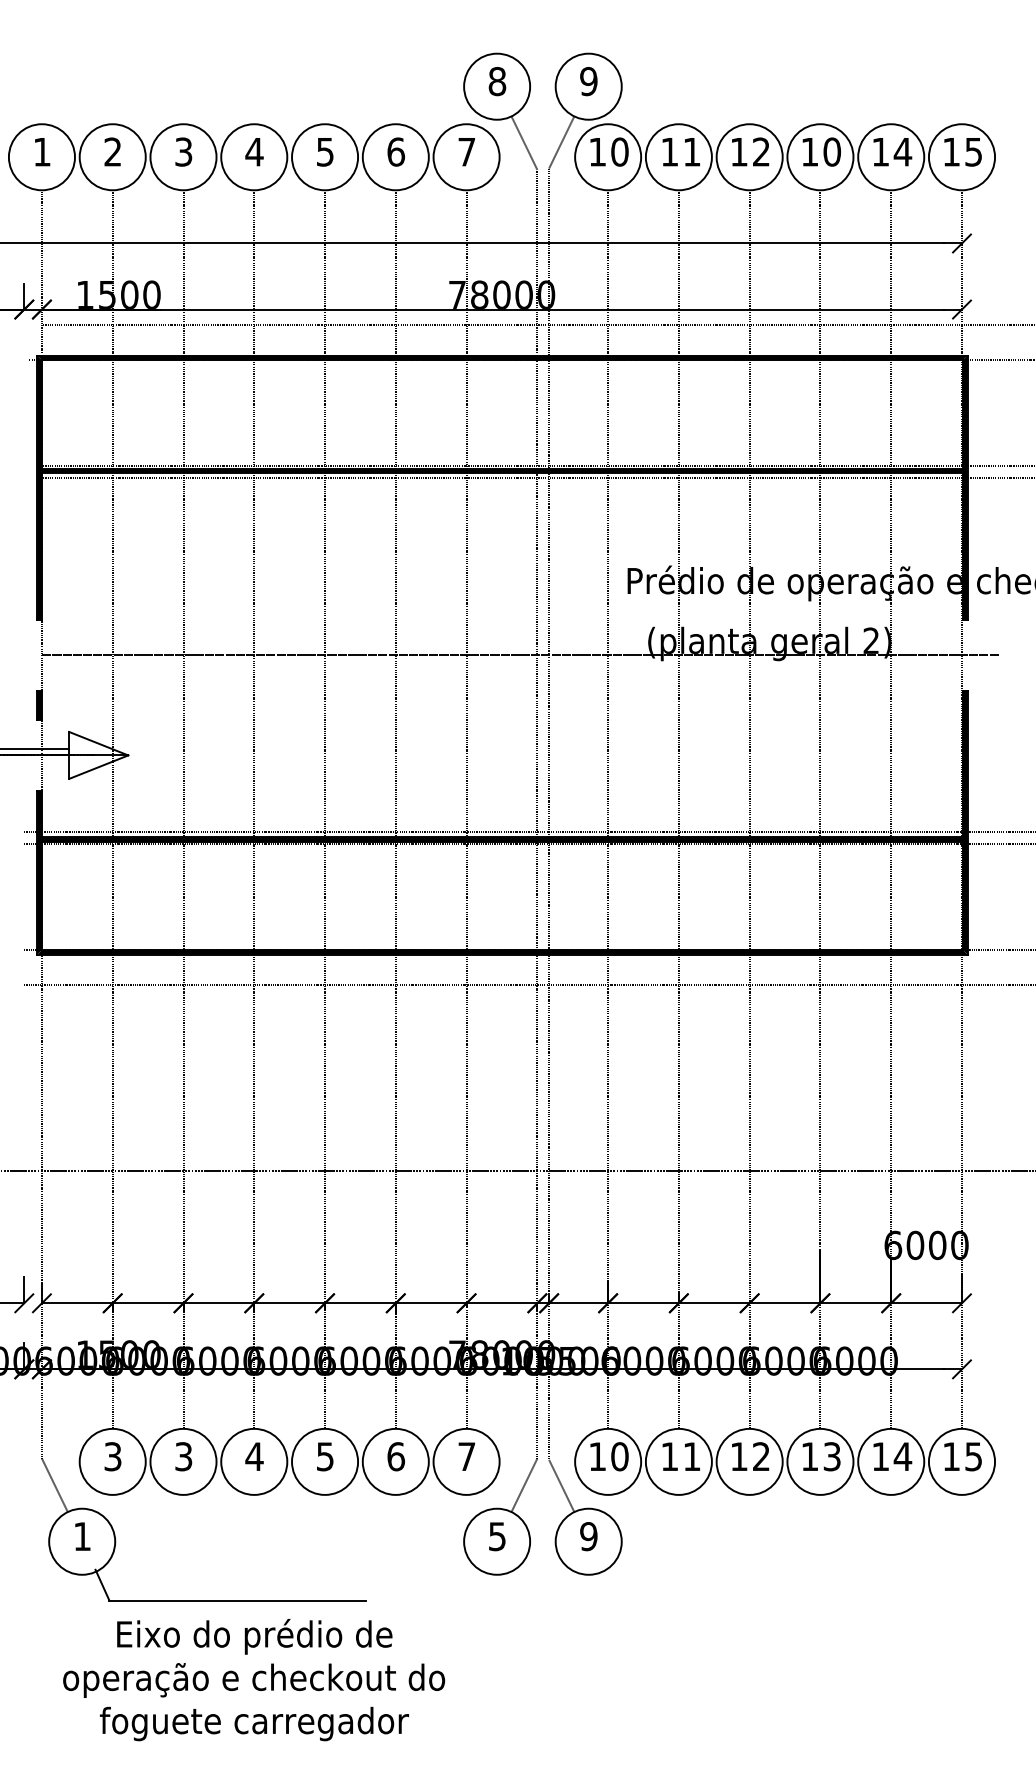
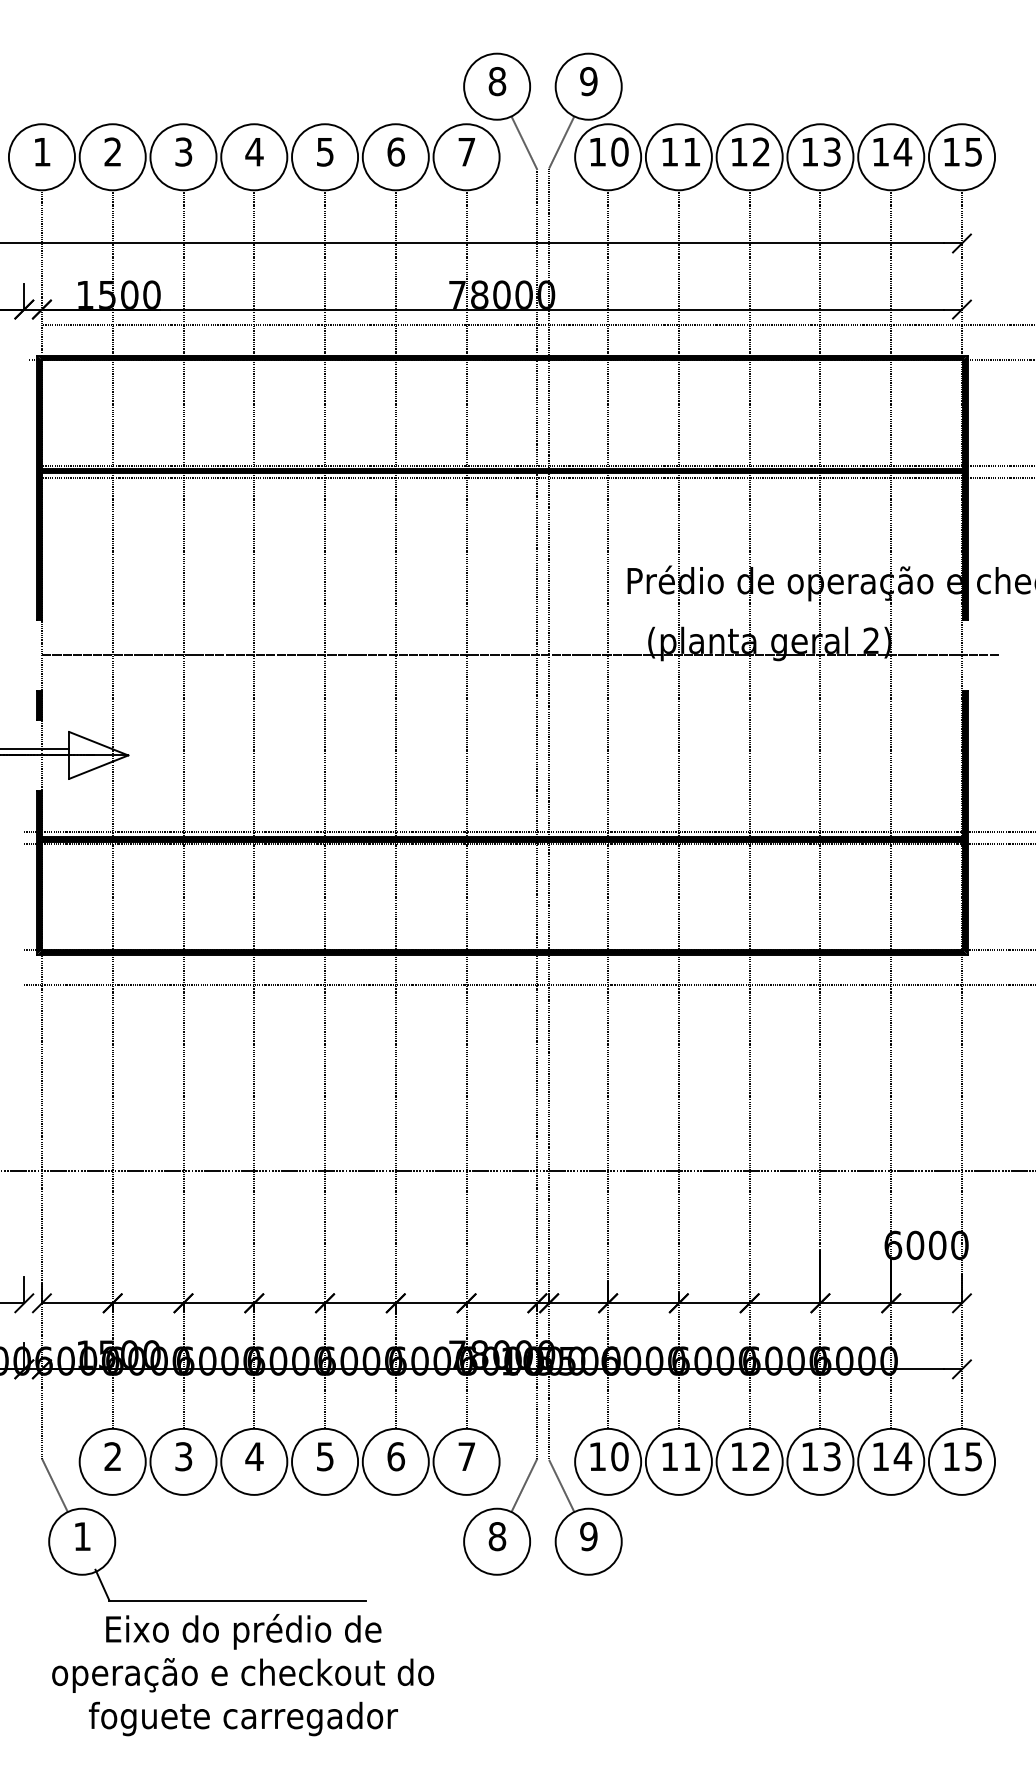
text at (831, 151): 10 -> 13
text at (112, 1456): 3 -> 2
text at (497, 1536): 5 -> 8
text at (254, 1680) position: (254, 1680) -> (243, 1675)
